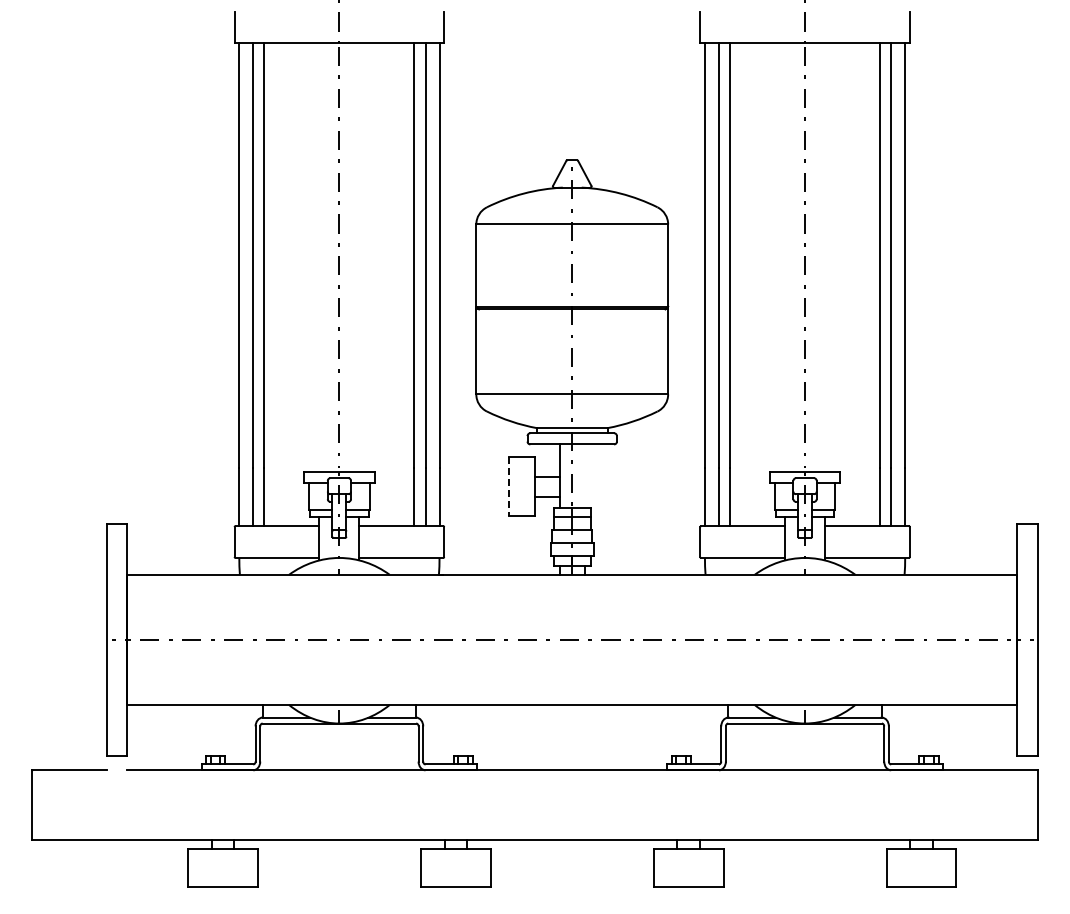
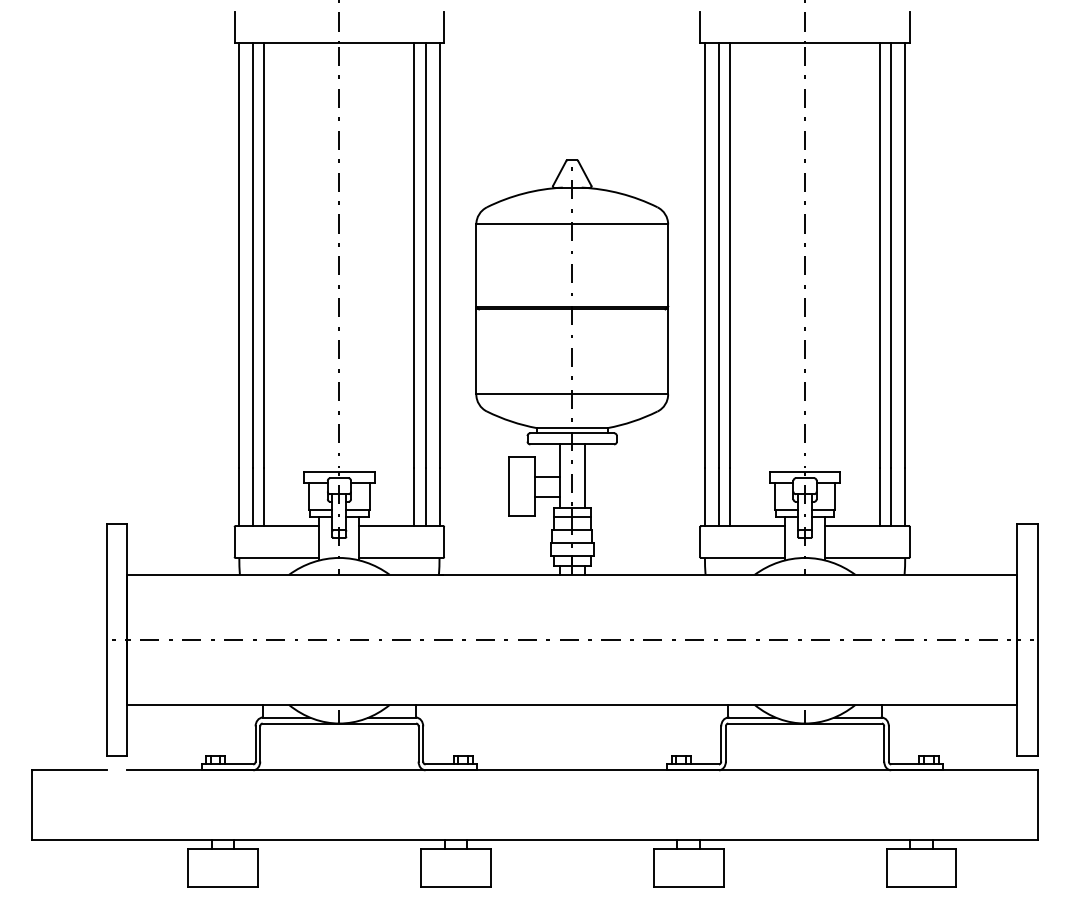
line at (584, 475): none -> present
line at (508, 487): dashed -> solid
